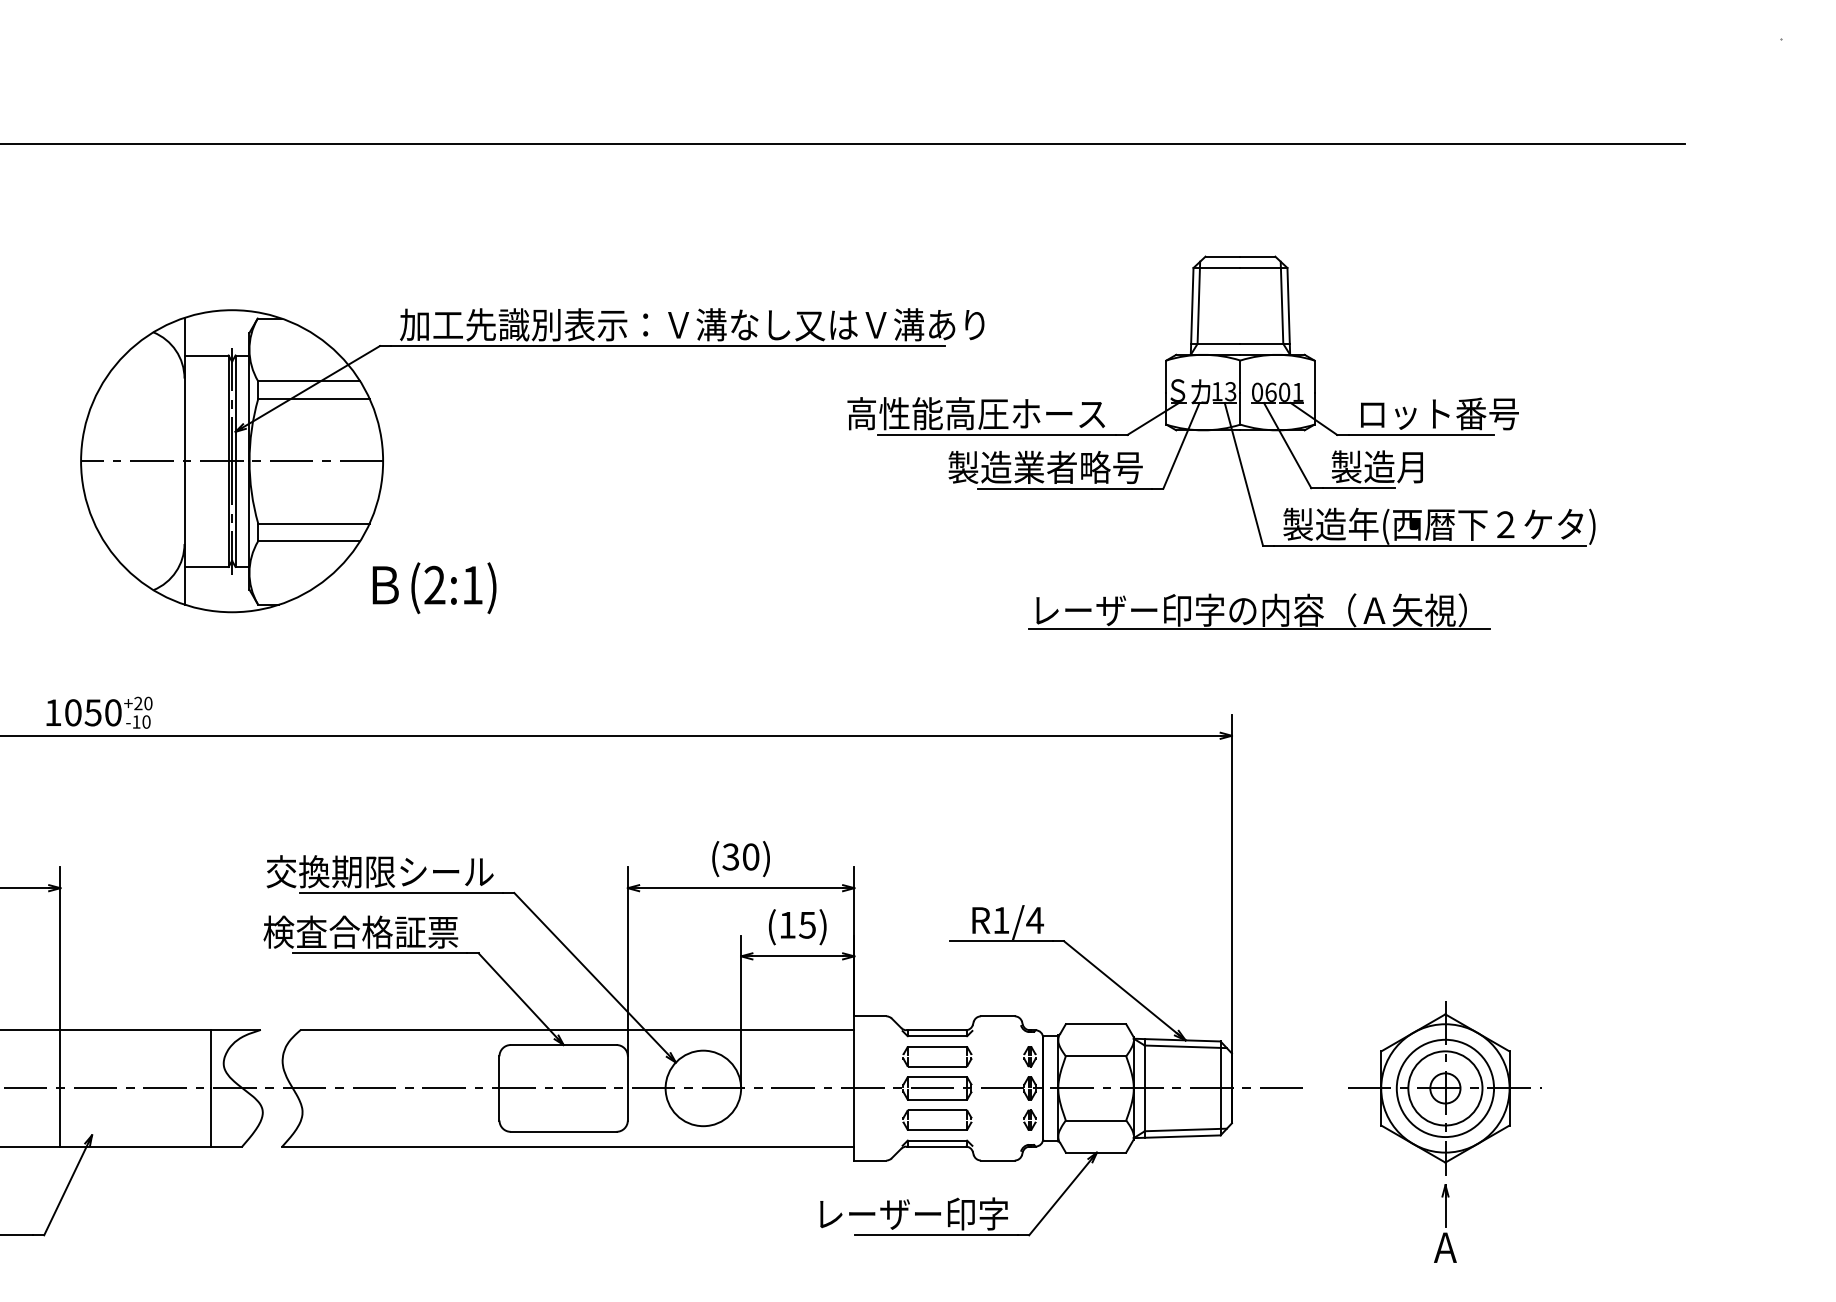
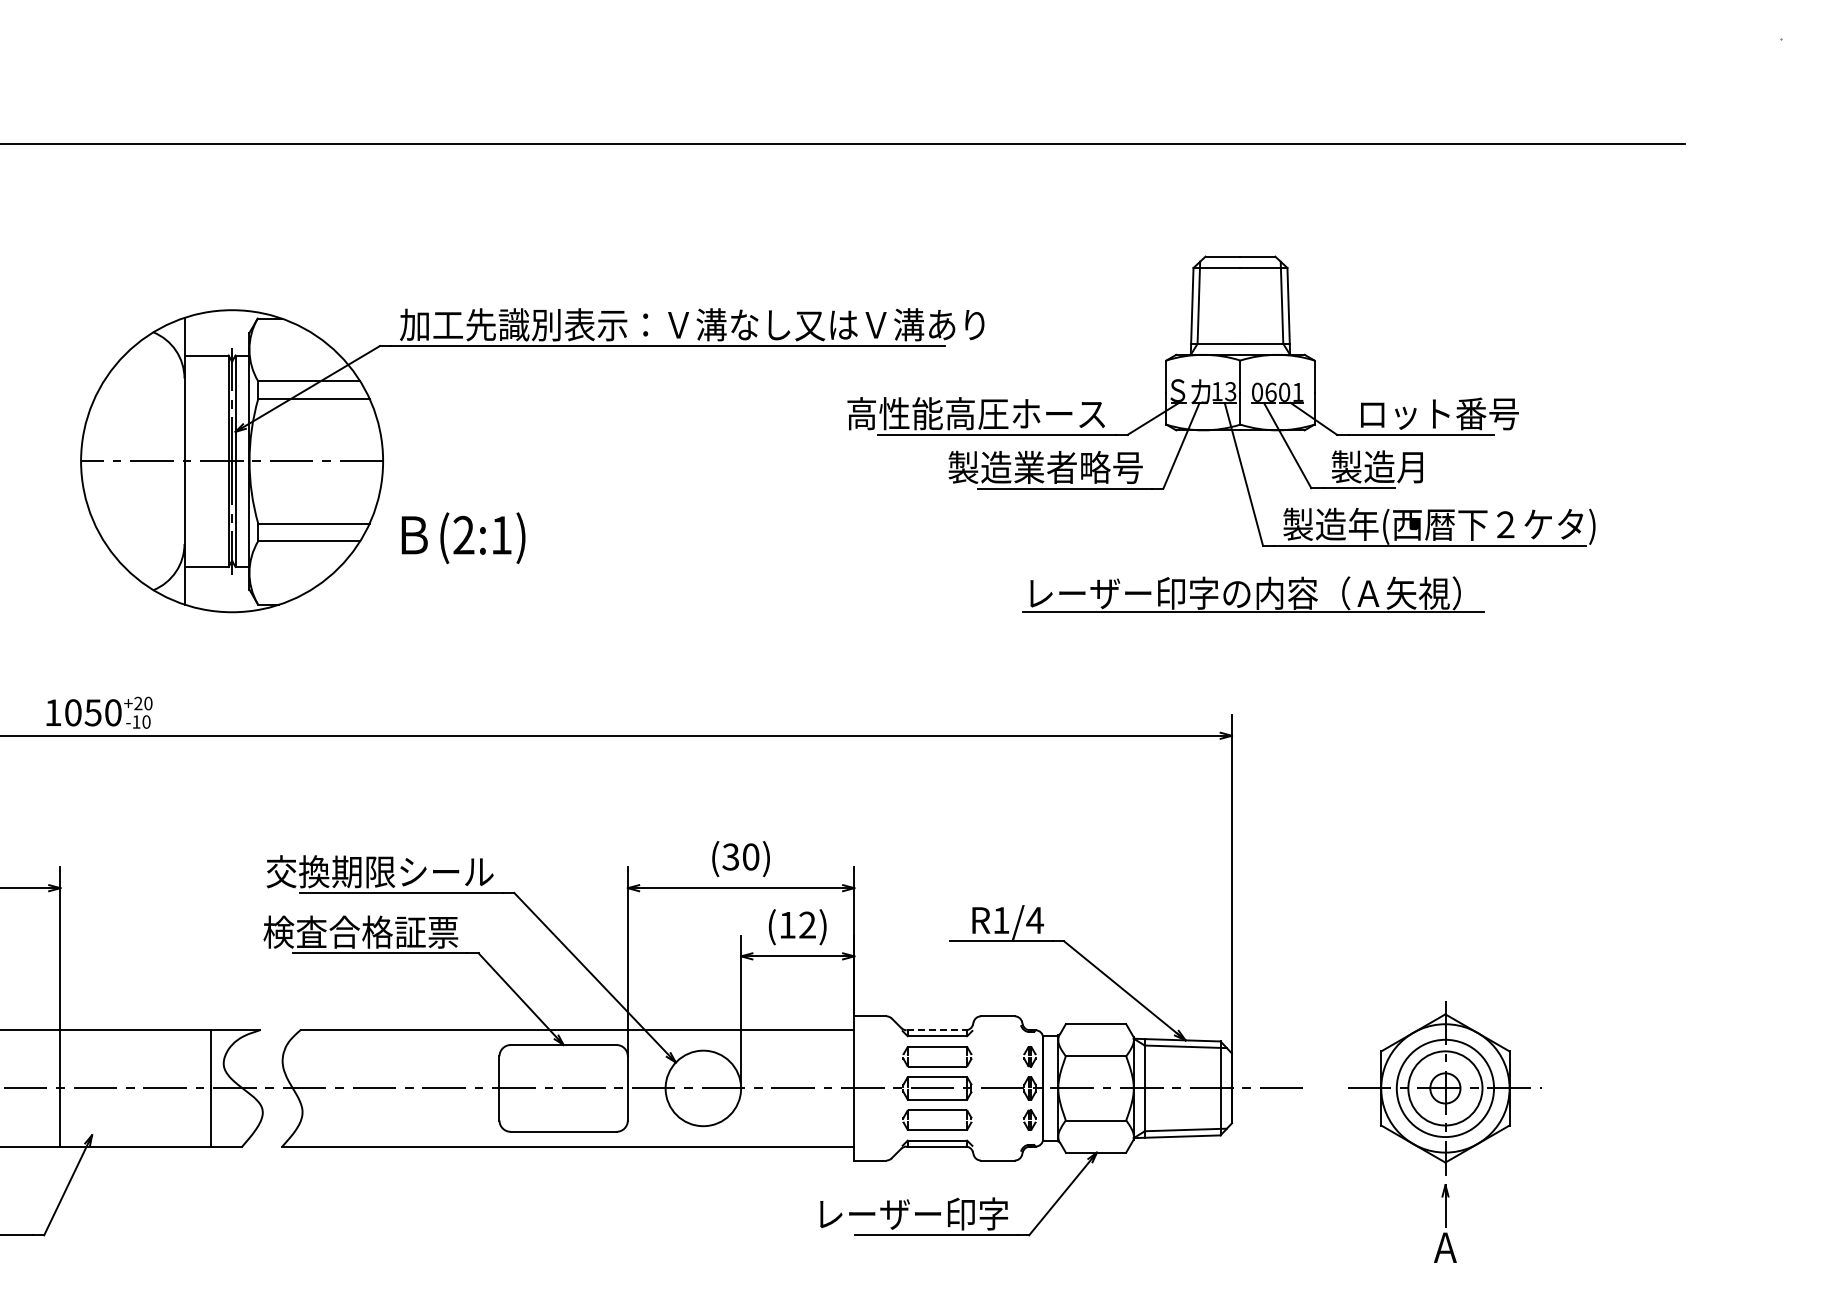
text at (434, 588) position: (434, 588) -> (463, 538)
part at (1259, 611) position: (1259, 611) -> (1253, 594)
text at (807, 924): (15) -> (12)
line at (936, 1030): solid -> dashed
